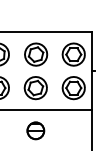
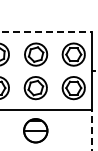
line at (46, 32): solid -> dashed
part at (35, 130) size: 20x20 px -> 26x26 px
line at (91, 130): solid -> dashed
